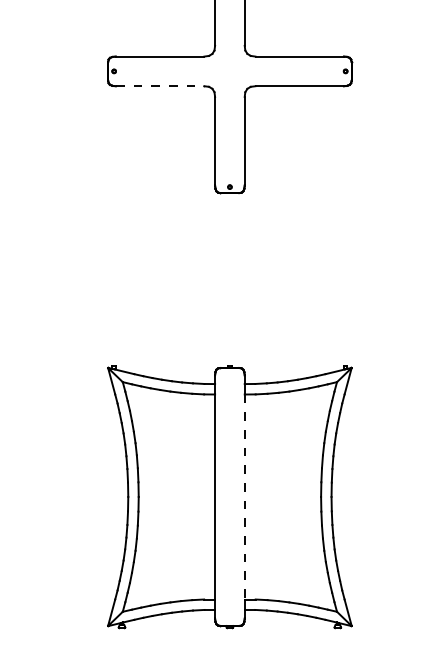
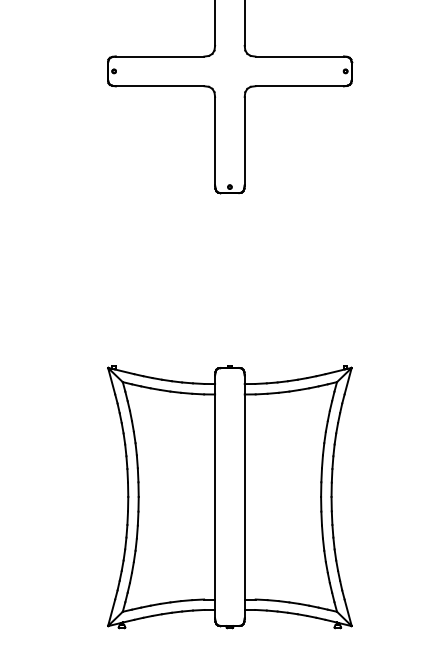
line at (160, 86): dashed -> solid
line at (244, 497): dashed -> solid
